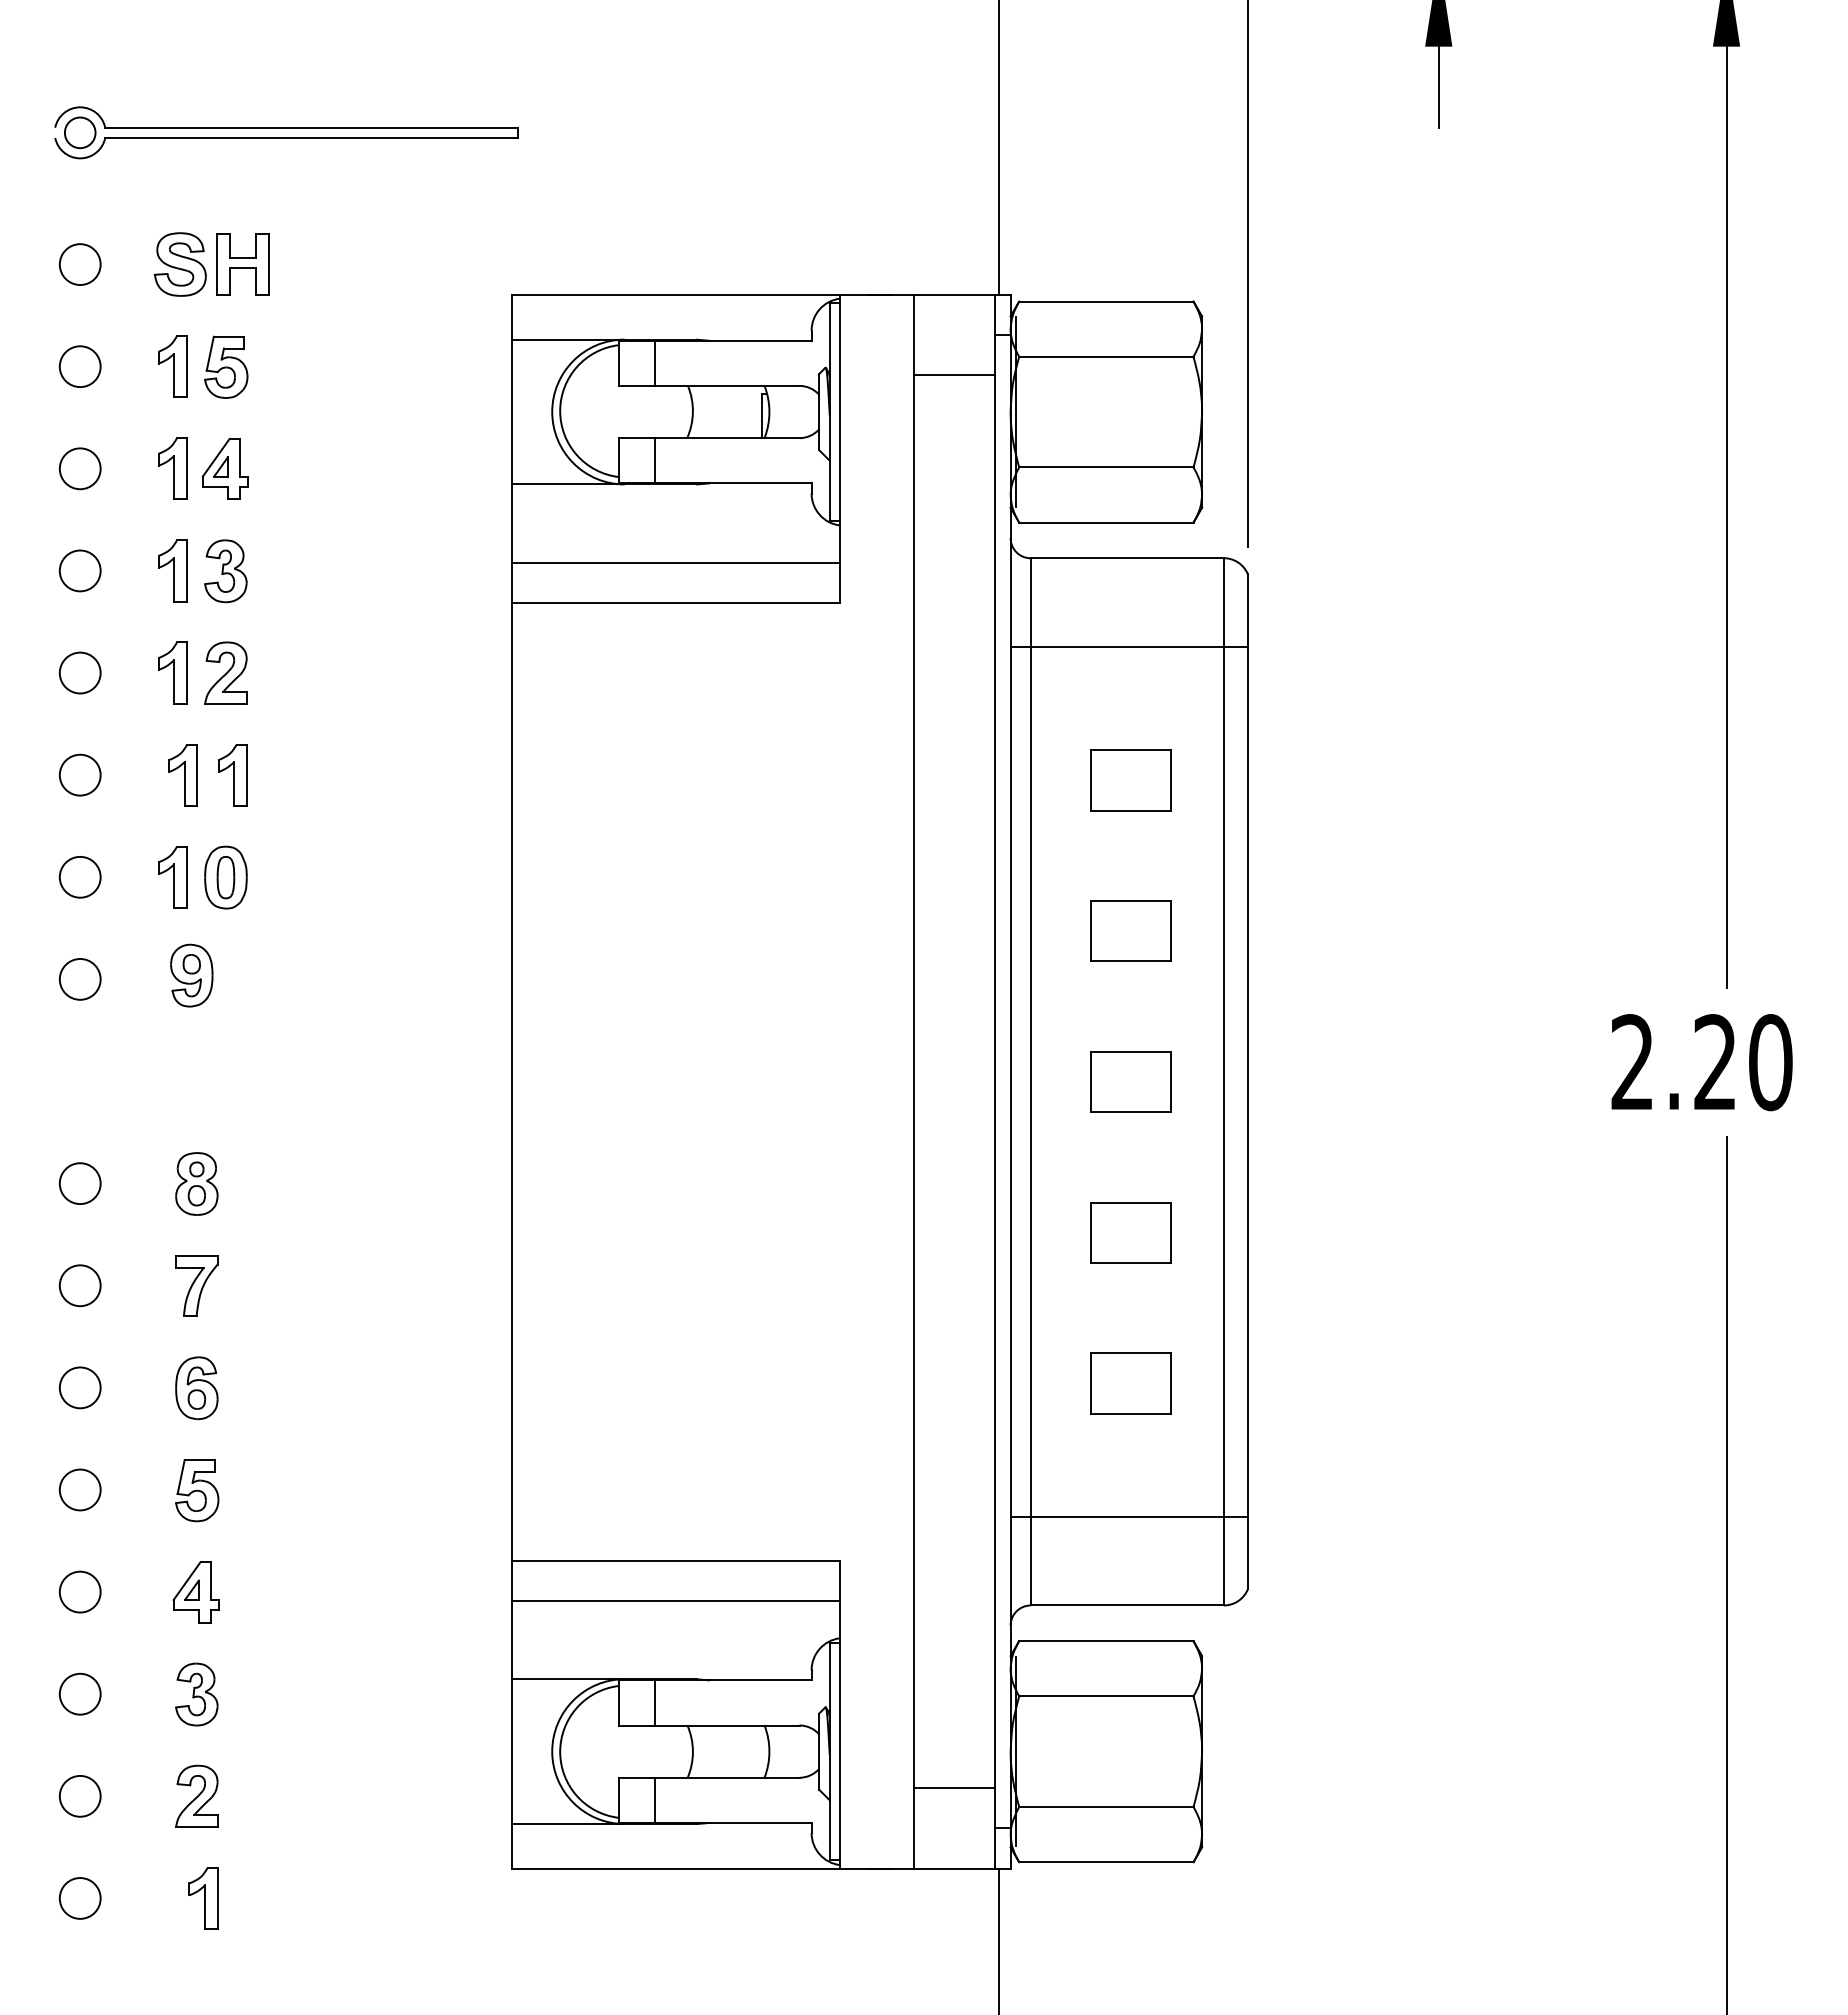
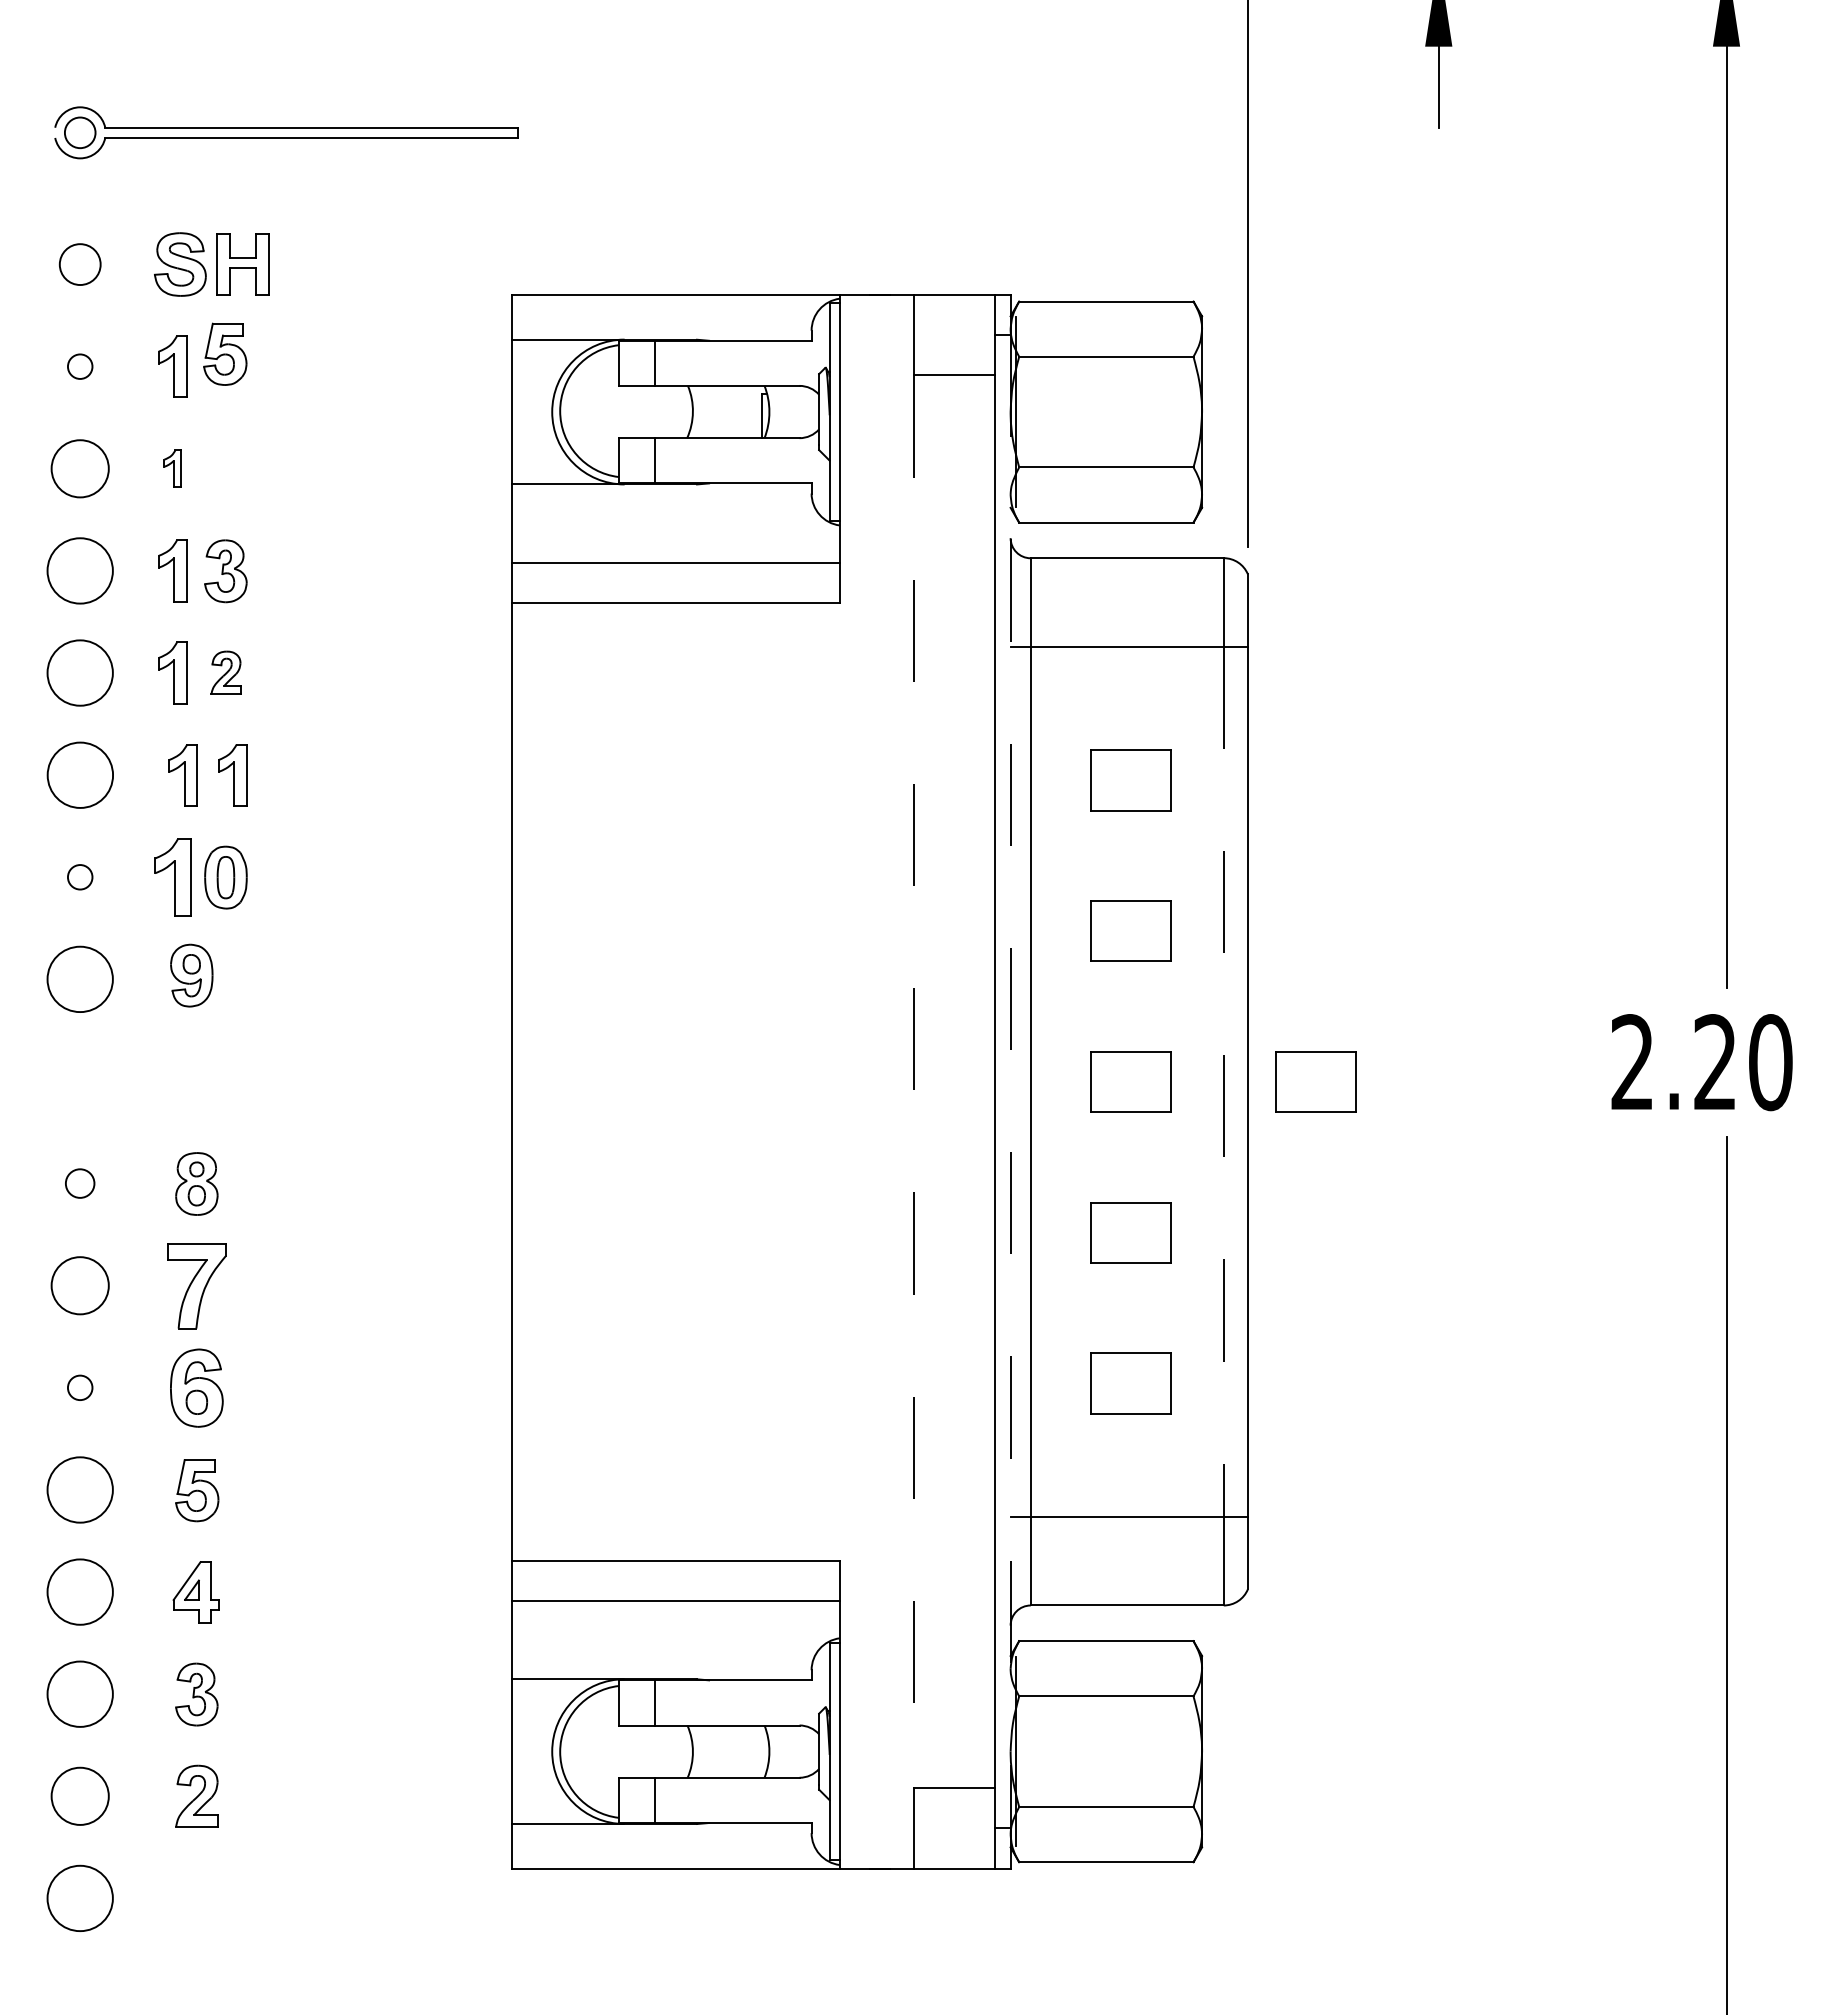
line at (999, 148): present -> none
circle at (79, 366) diameter: 41 px -> 25 px
part at (226, 366) position: (226, 366) -> (225, 353)
circle at (79, 468) diameter: 41 px -> 57 px
part at (172, 468) size: 30x63 px -> 19x39 px
part at (224, 468): present -> none
circle at (79, 570) diameter: 41 px -> 65 px
circle at (79, 672) diameter: 41 px -> 65 px
part at (225, 672) size: 44x64 px -> 32x45 px
circle at (79, 774) size: 44x44 px -> 68x68 px
circle at (79, 876) diameter: 41 px -> 25 px
part at (172, 877) size: 30x63 px -> 38x79 px
circle at (79, 978) diameter: 41 px -> 65 px
line at (1010, 1081): solid -> dashed
part at (1315, 1081): none -> present
line at (914, 1082): solid -> dashed
line at (1223, 1082): solid -> dashed
circle at (79, 1183) size: 44x43 px -> 31x31 px
circle at (79, 1285) diameter: 41 px -> 57 px
part at (196, 1285) size: 44x62 px -> 60x87 px
circle at (79, 1387) diameter: 41 px -> 25 px
part at (196, 1388) size: 44x65 px -> 54x80 px
circle at (79, 1489) diameter: 41 px -> 65 px
circle at (79, 1591) diameter: 41 px -> 65 px
circle at (79, 1693) diameter: 41 px -> 65 px
circle at (79, 1795) diameter: 41 px -> 57 px
circle at (79, 1898) diameter: 41 px -> 65 px
part at (203, 1898): present -> none
line at (999, 1939): present -> none
